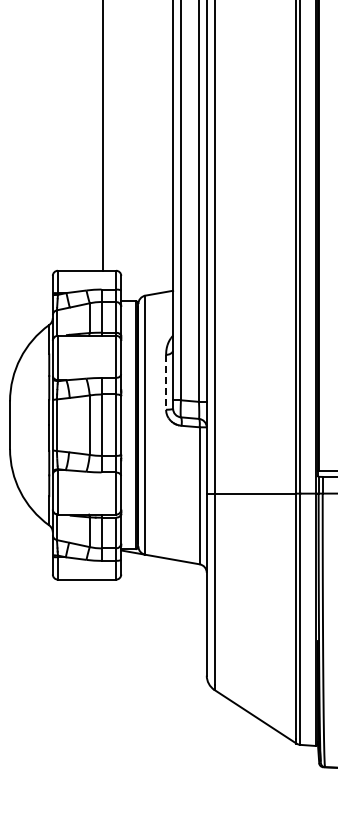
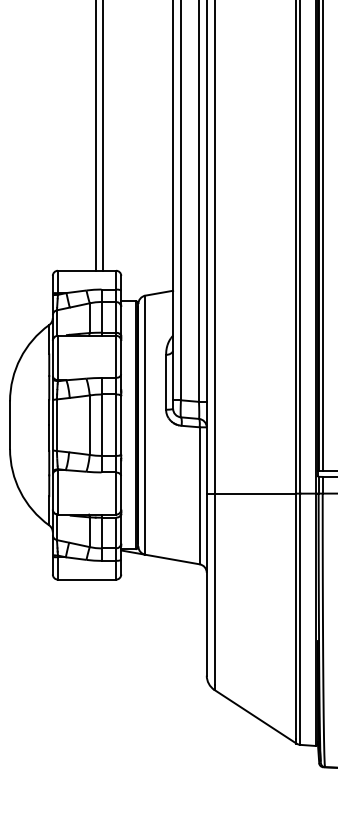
line at (95, 136): none -> present
line at (323, 236): none -> present
line at (166, 382): dashed -> solid
